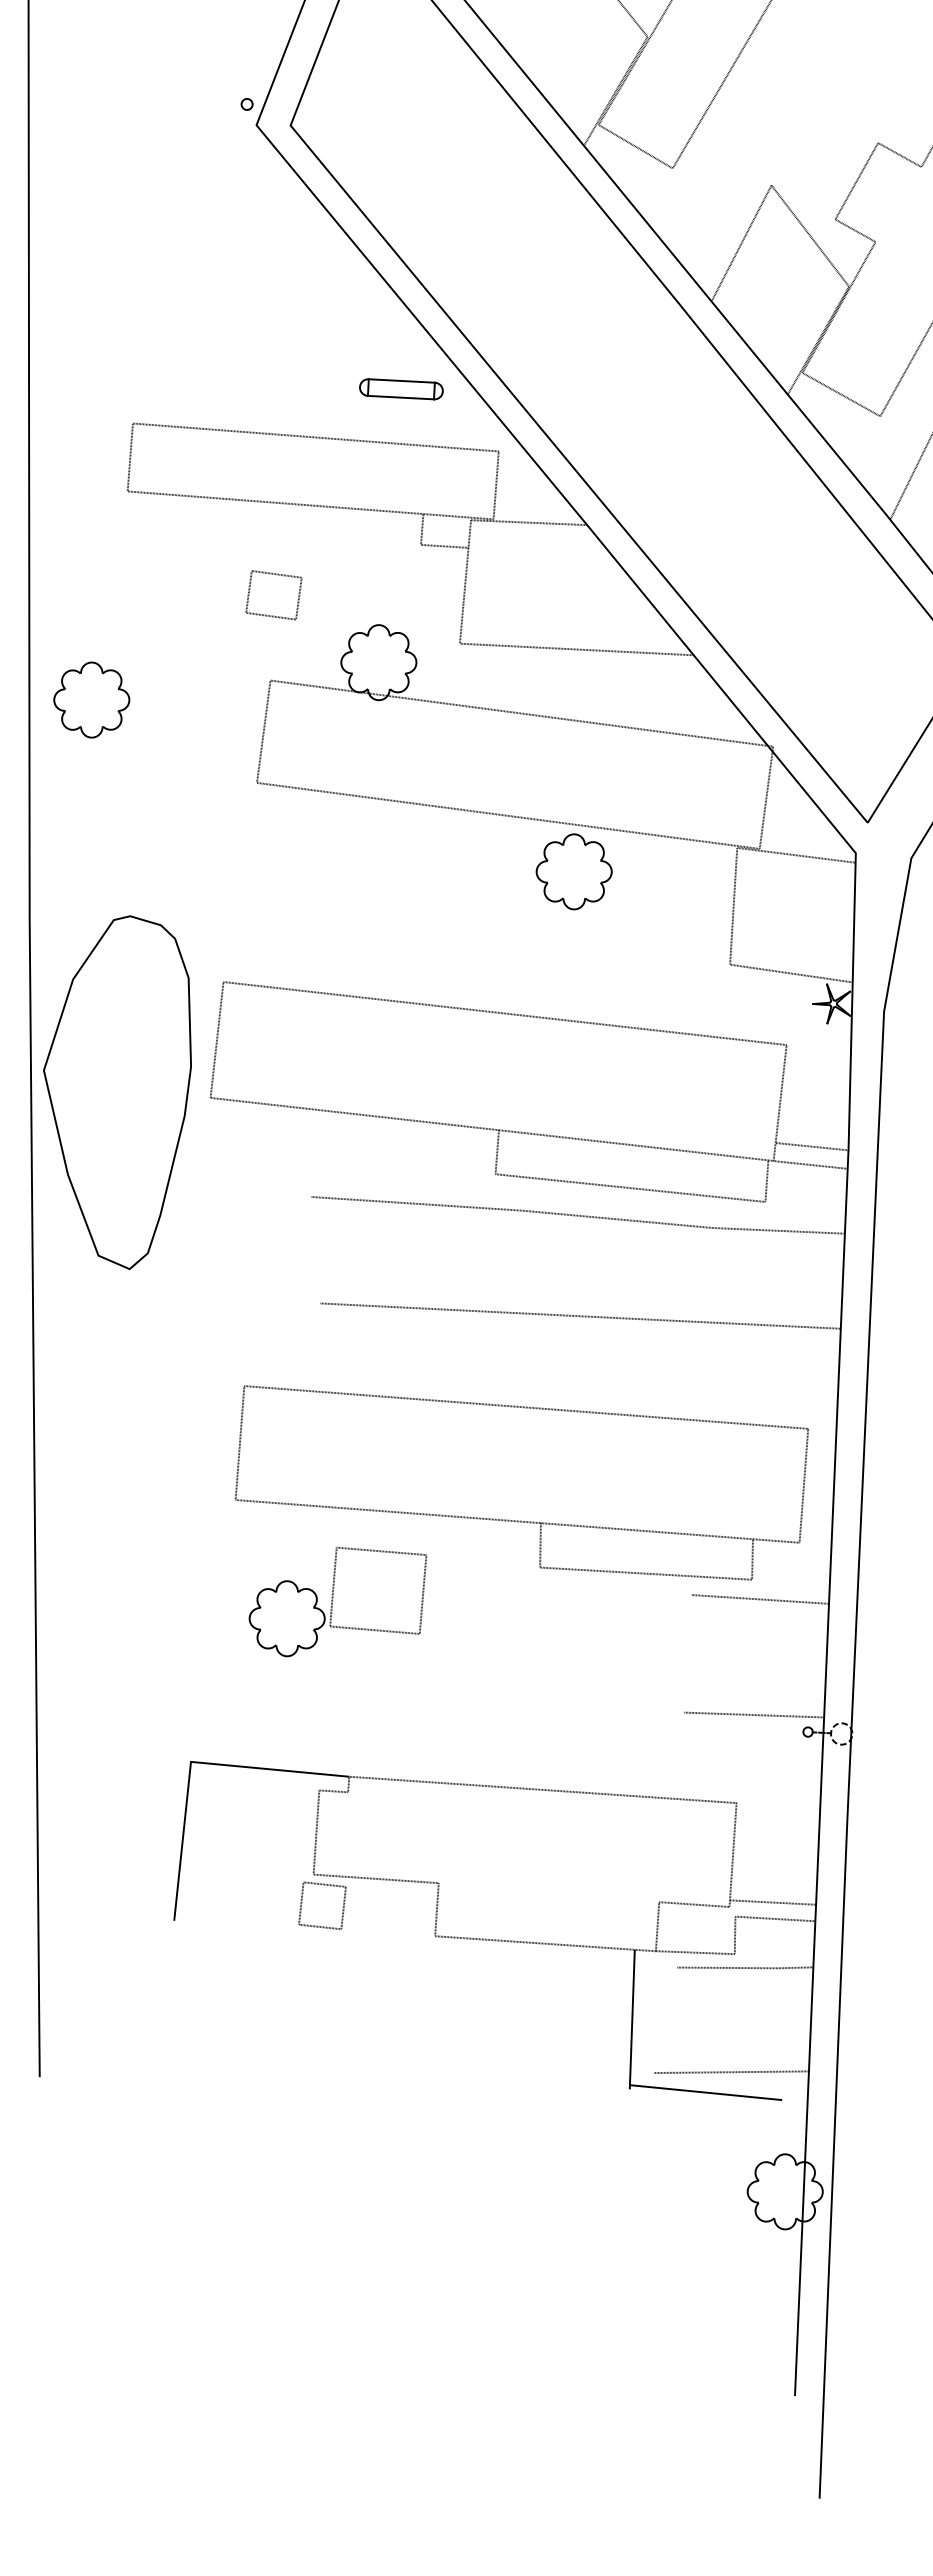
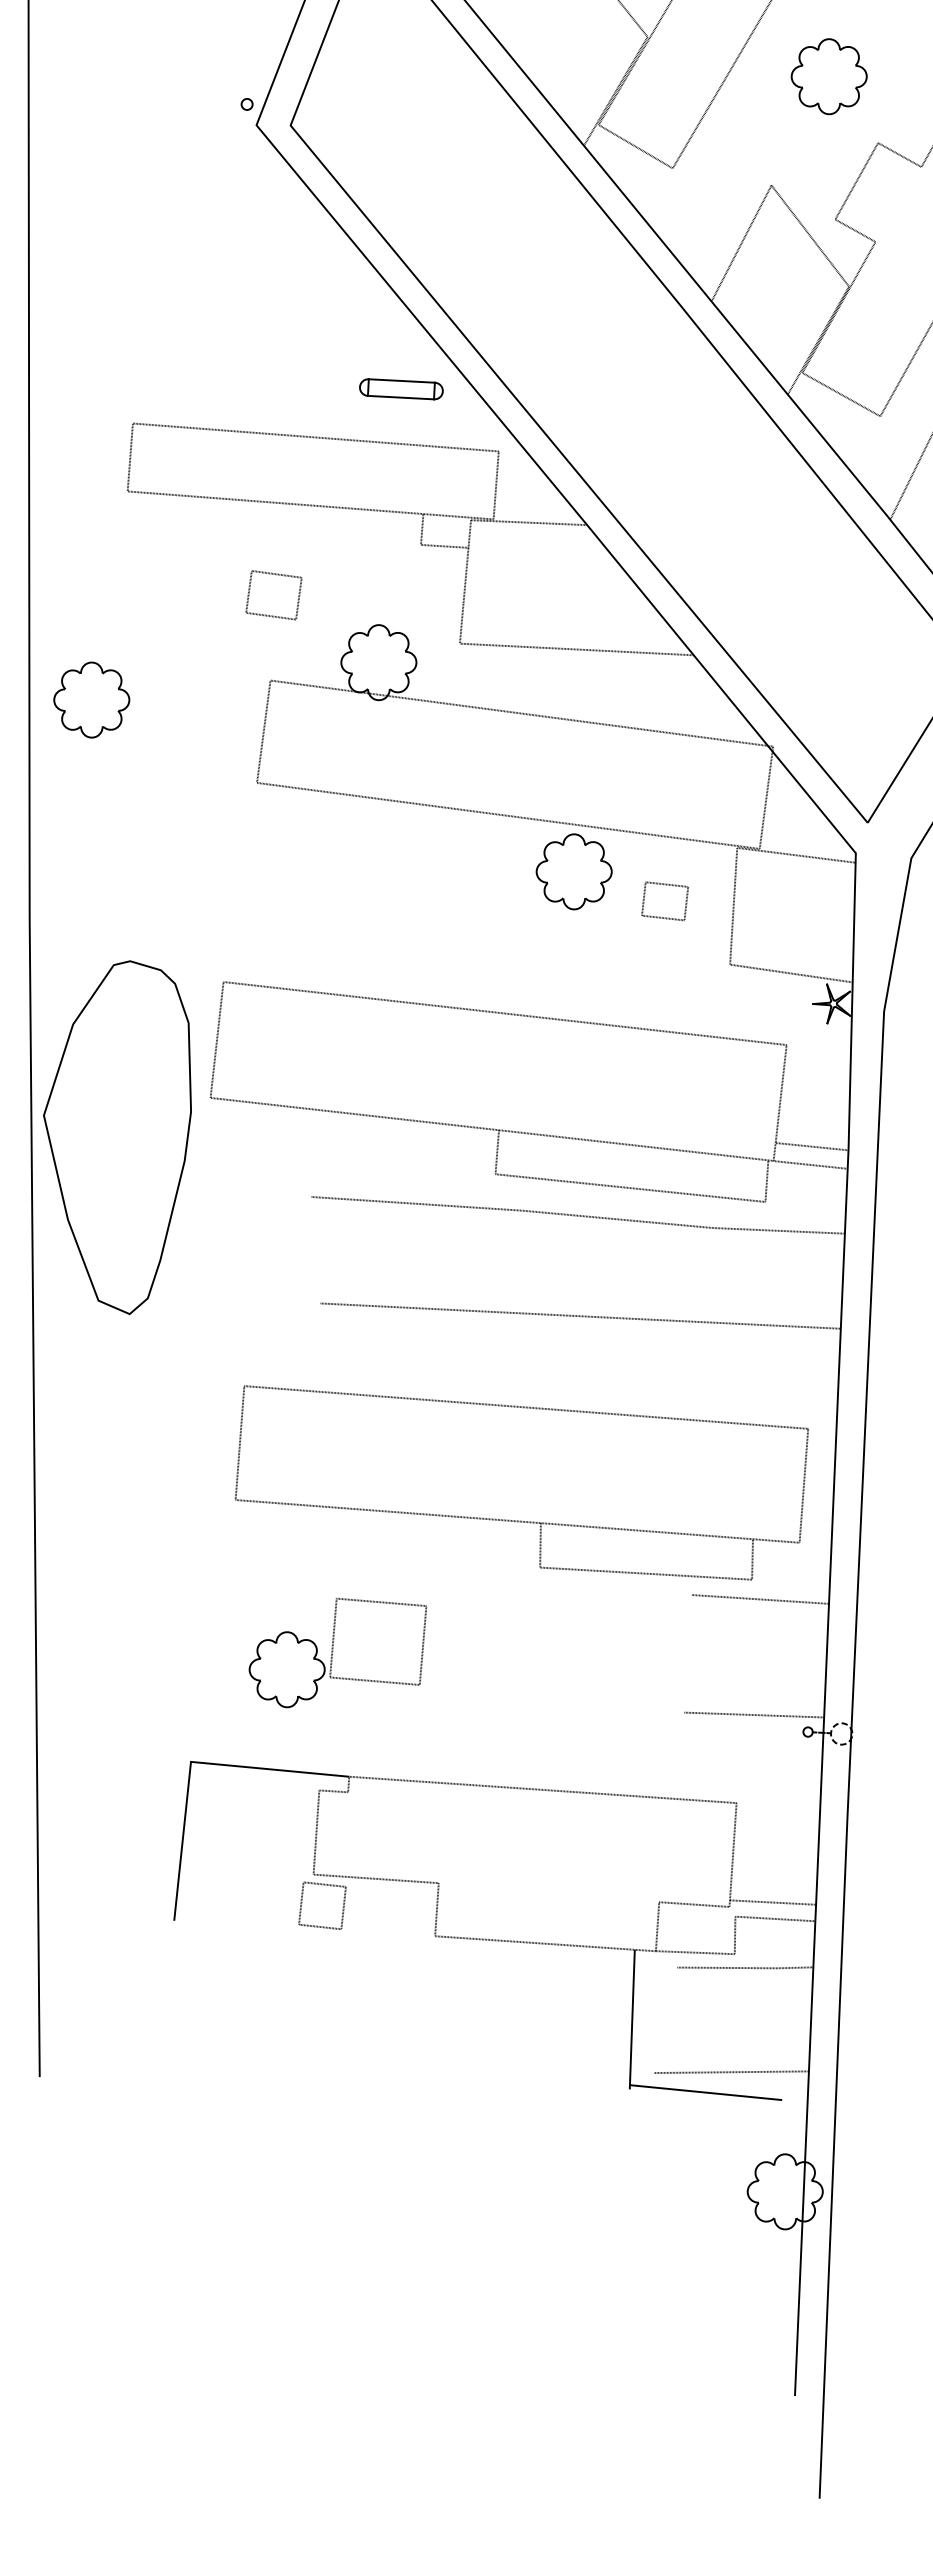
part at (828, 76): none -> present
part at (664, 901): none -> present
part at (117, 1092) position: (117, 1092) -> (117, 1137)
part at (337, 1602) position: (337, 1602) -> (337, 1653)
